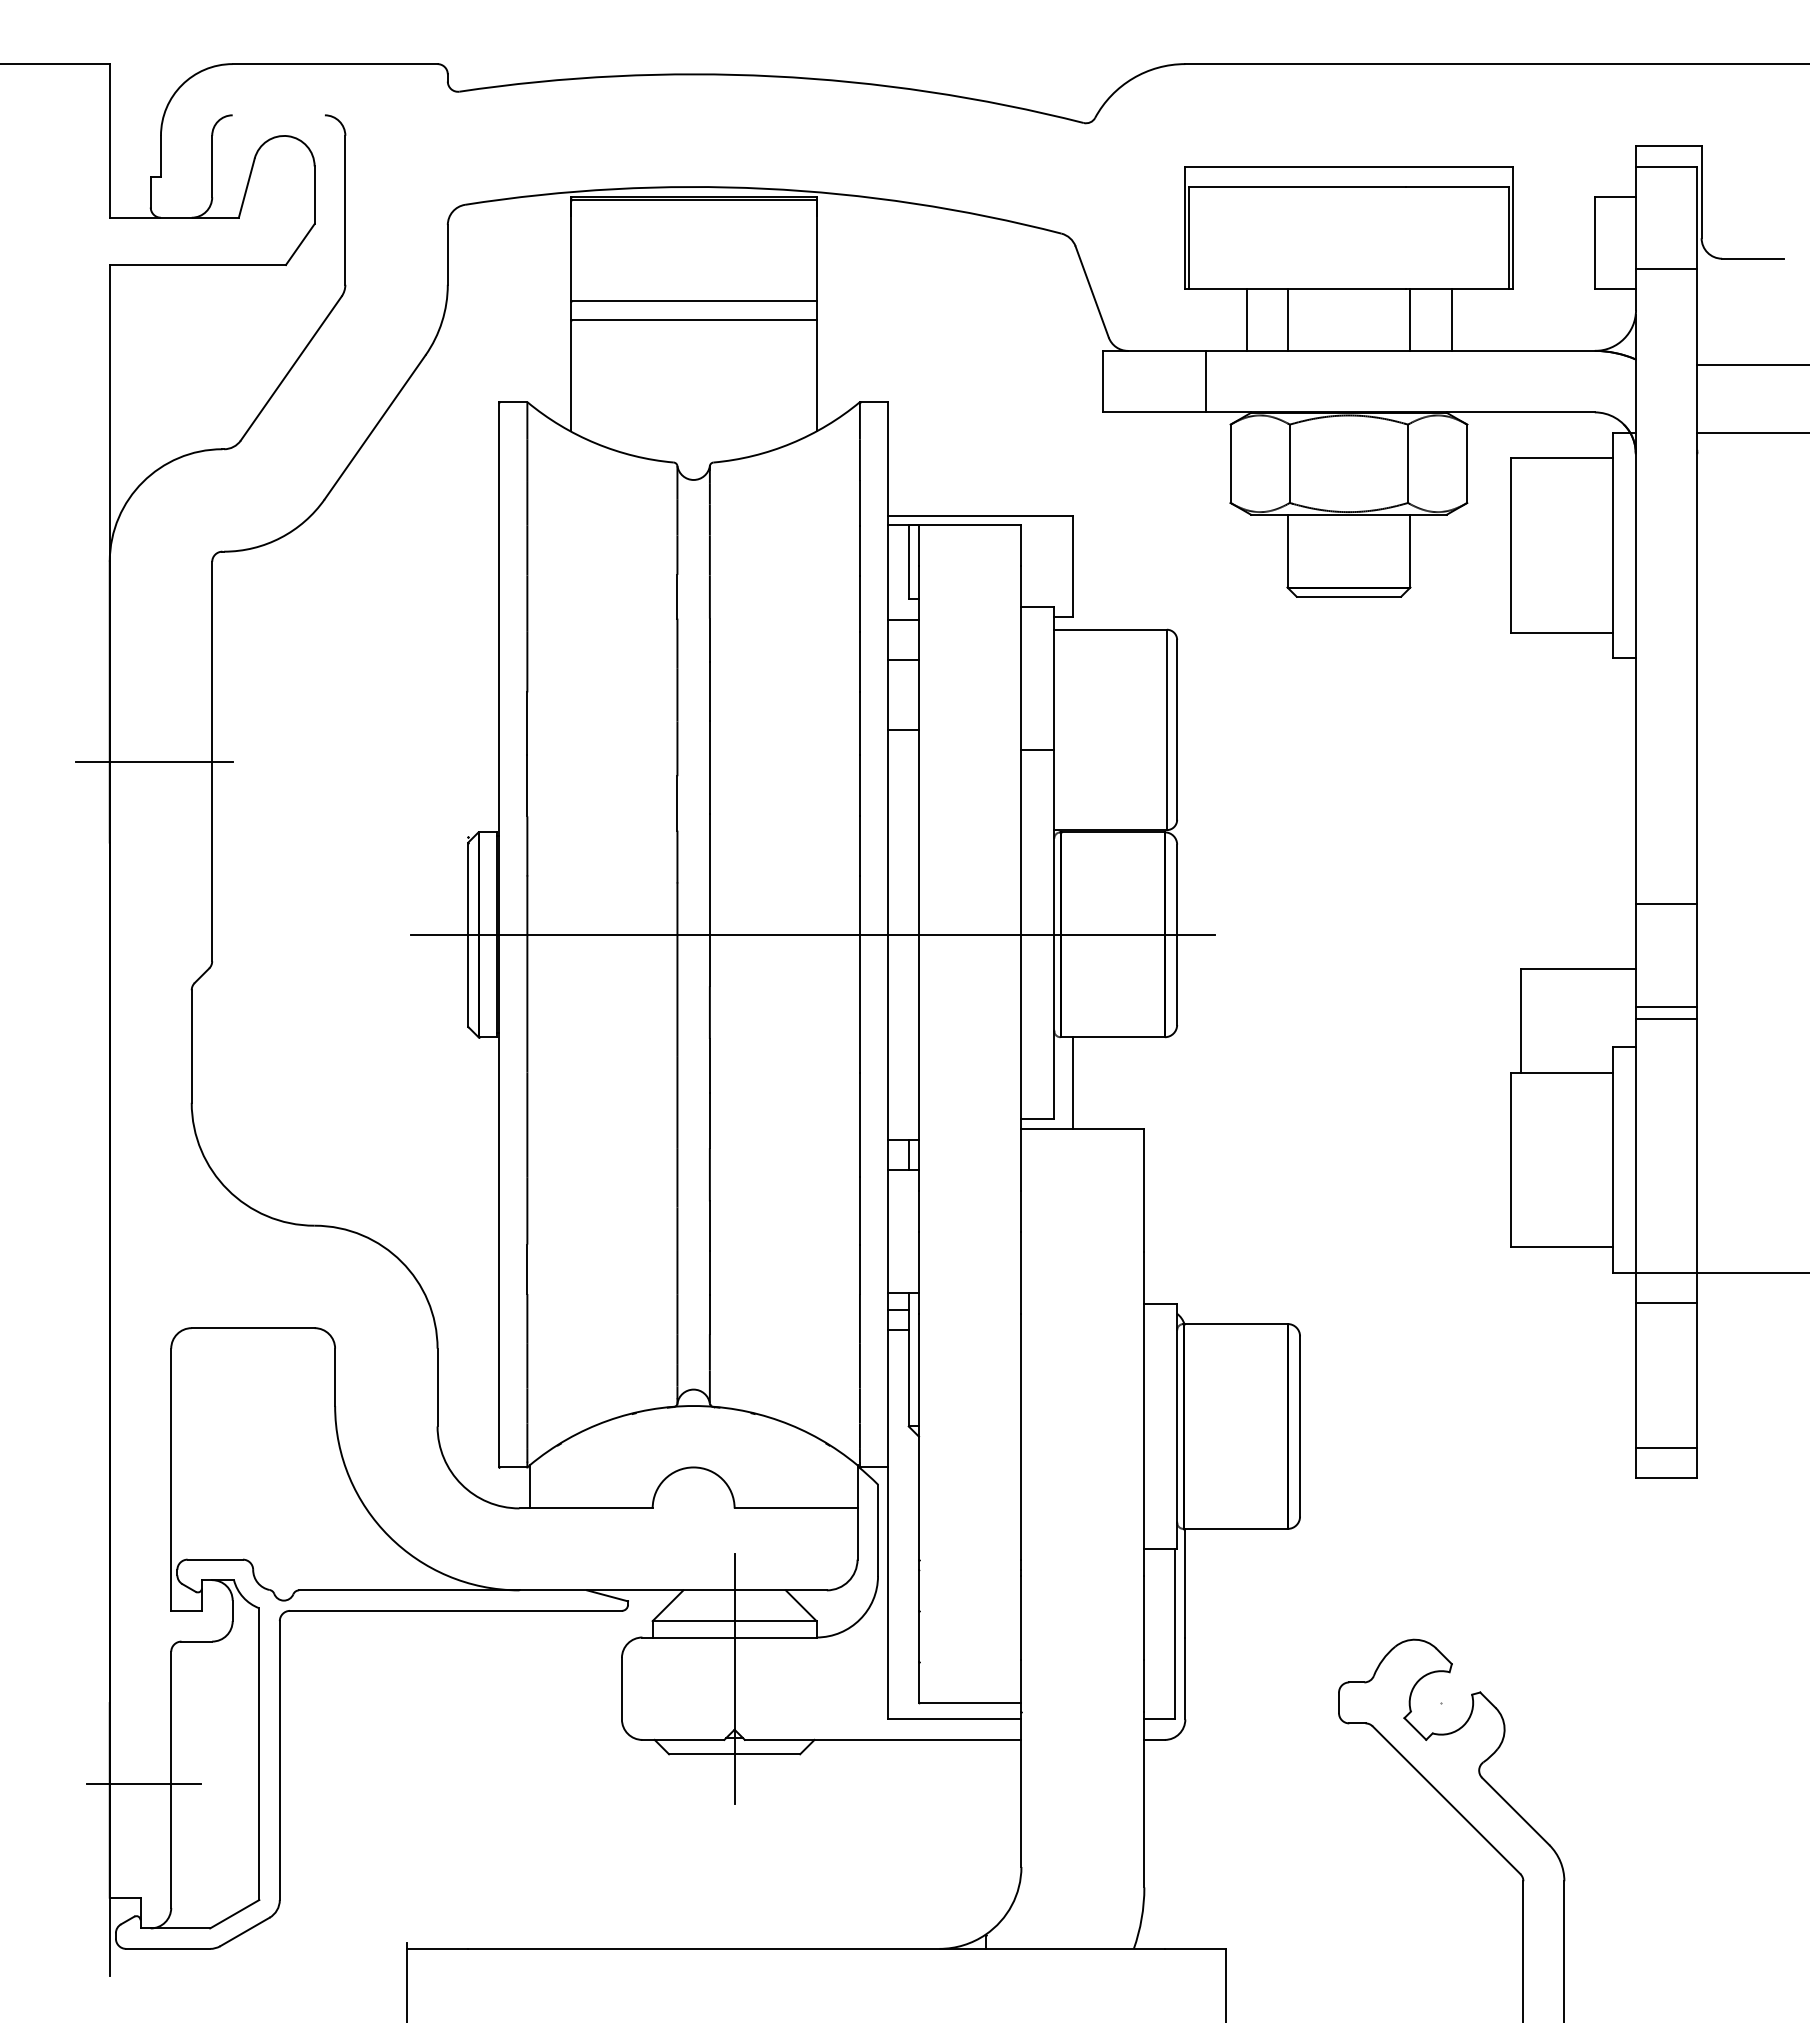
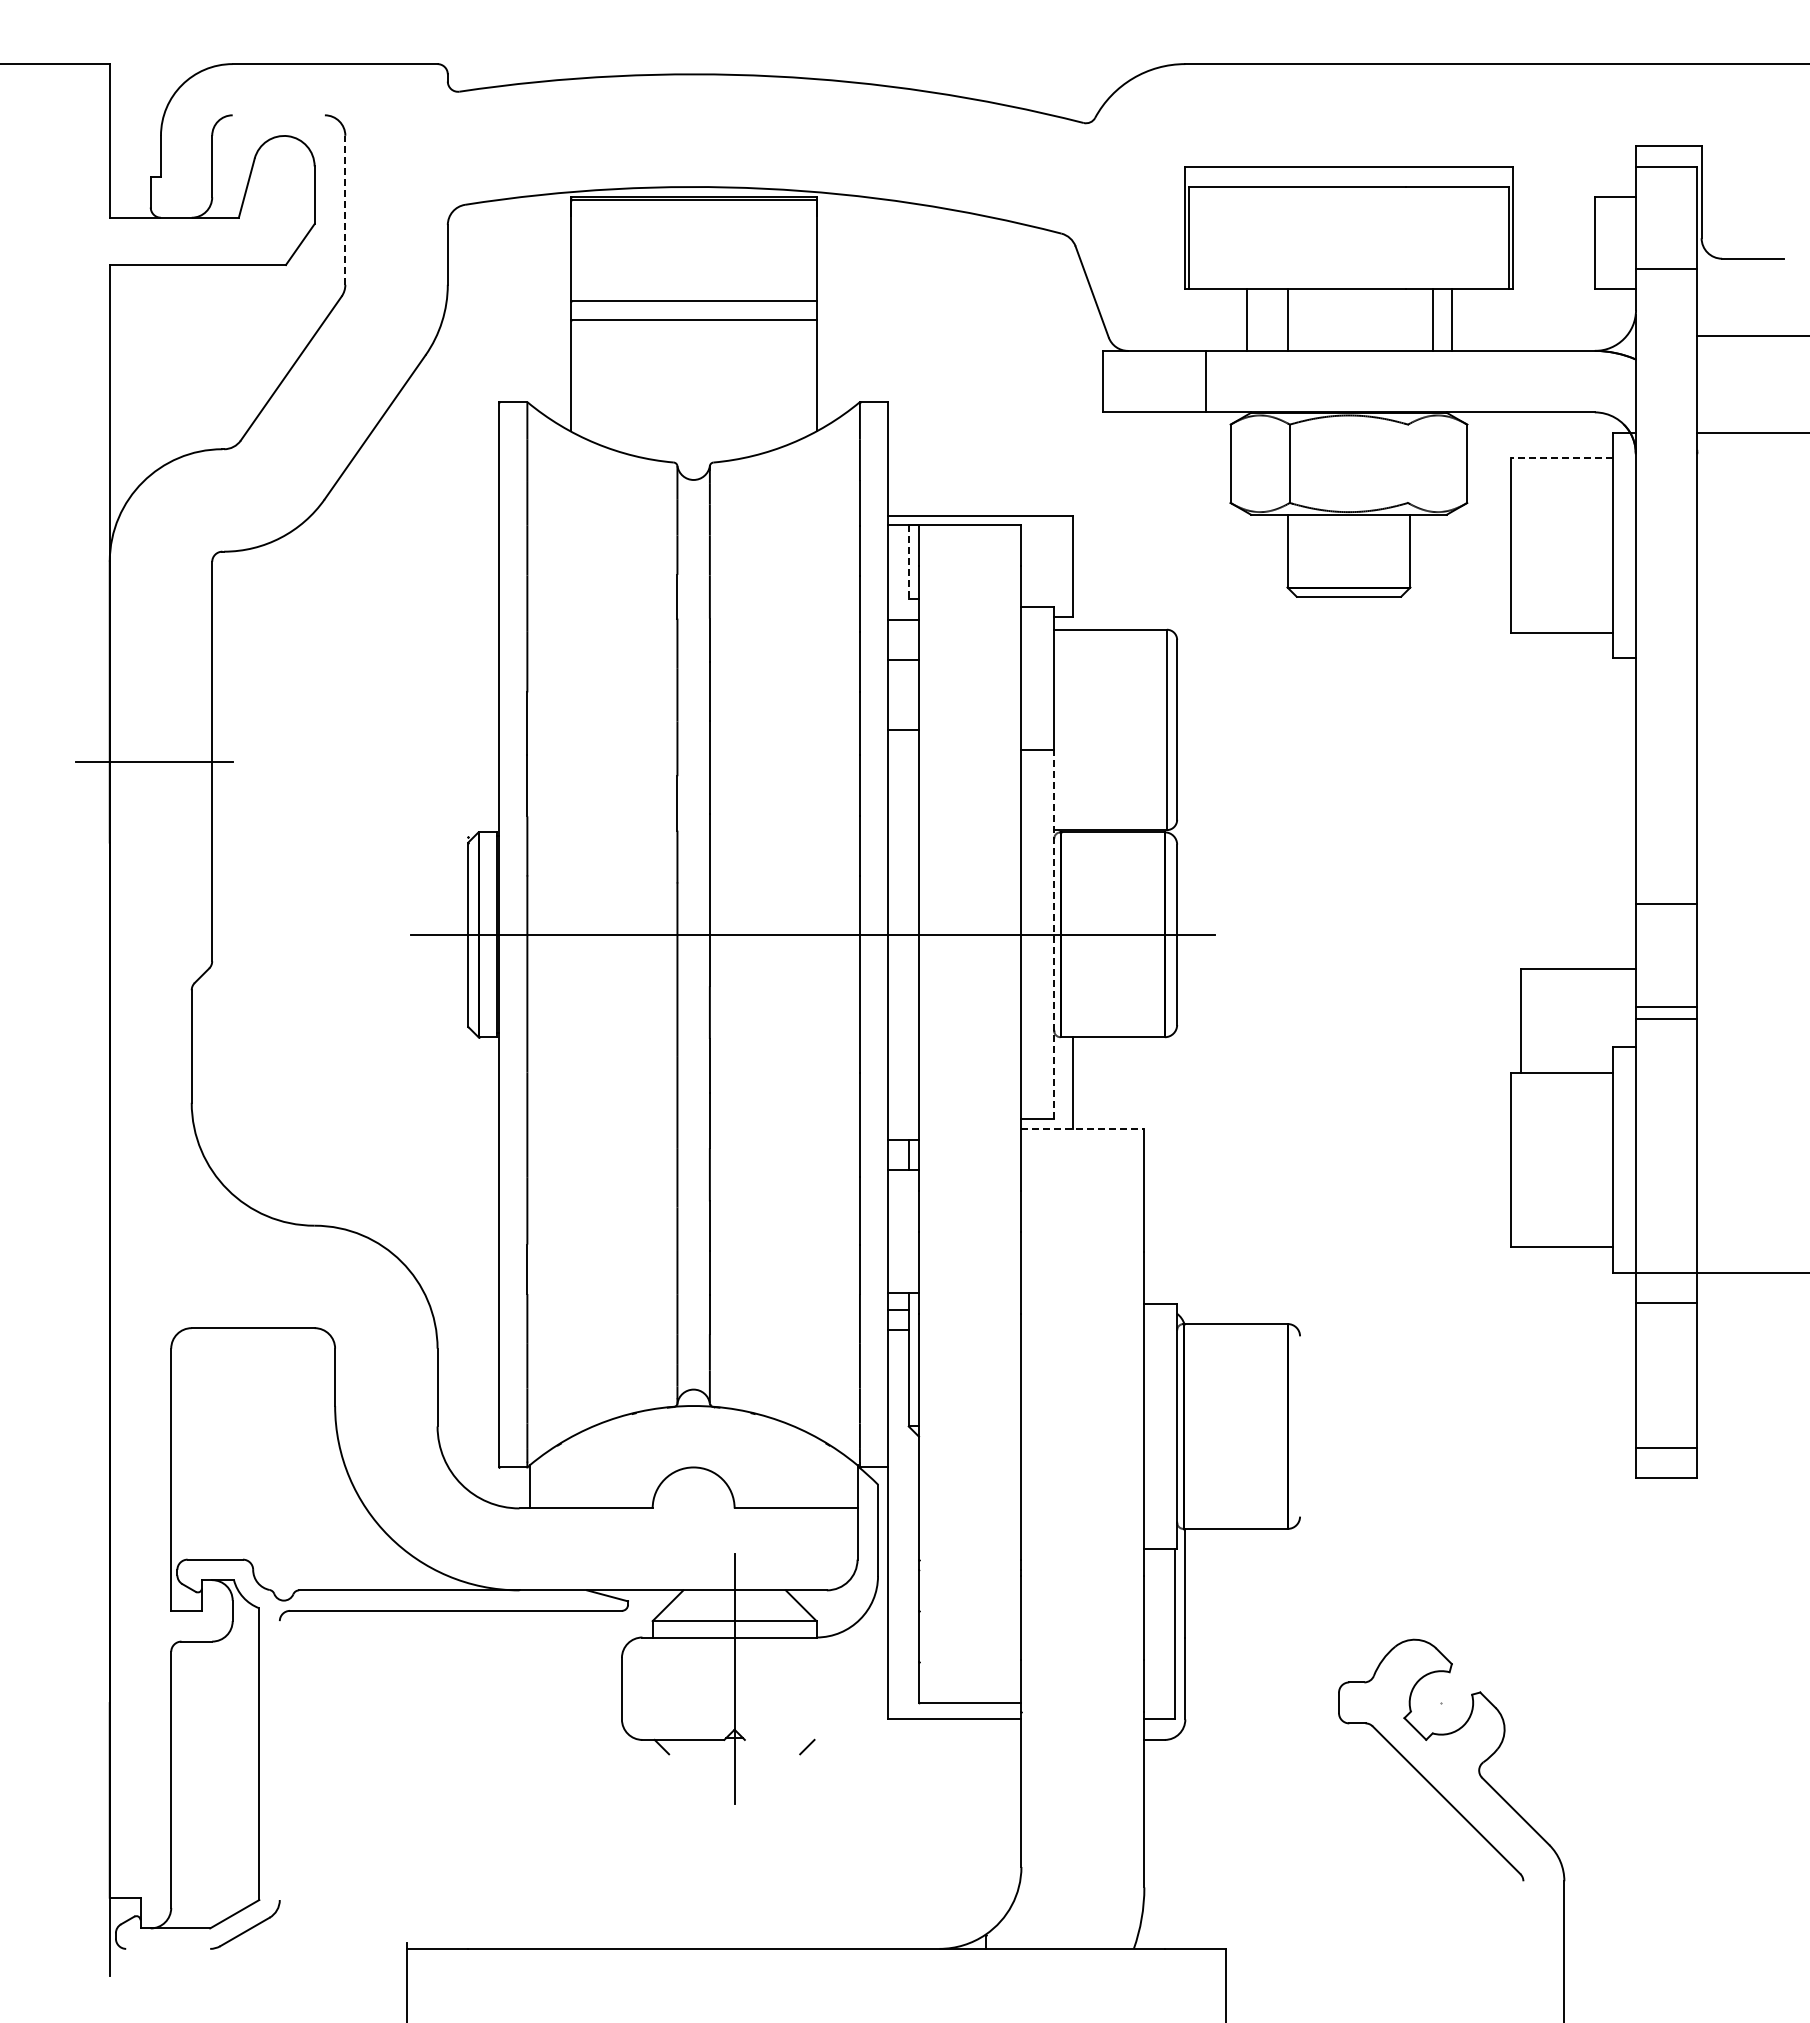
line at (345, 209): solid -> dashed
line at (1410, 319) position: (1410, 319) -> (1433, 319)
line at (1751, 365) position: (1751, 365) -> (1751, 336)
line at (1561, 458): solid -> dashed
line at (1408, 463): present -> none
line at (908, 562): solid -> dashed
line at (1054, 934): solid -> dashed
line at (1083, 1129): solid -> dashed
line at (1300, 1426): present -> none
line at (882, 1739): present -> none
line at (734, 1754): present -> none
line at (279, 1760): present -> none
line at (143, 1783): present -> none
line at (168, 1948): present -> none
line at (1523, 1950): present -> none
